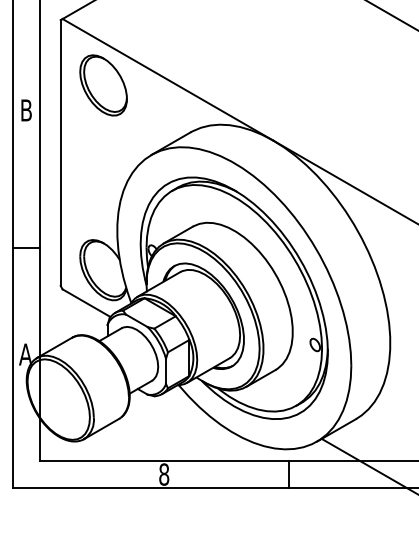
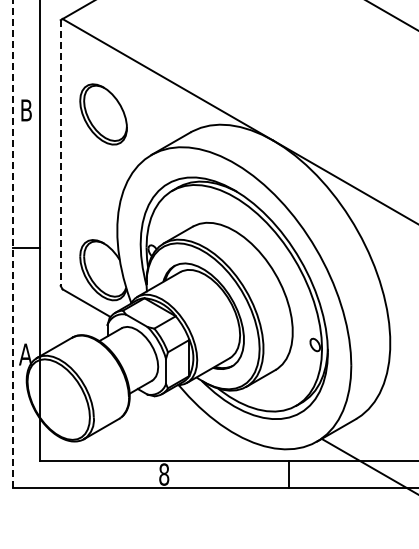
part at (103, 85) position: (103, 85) -> (103, 114)
line at (60, 153): solid -> dashed
line at (12, 244): solid -> dashed
